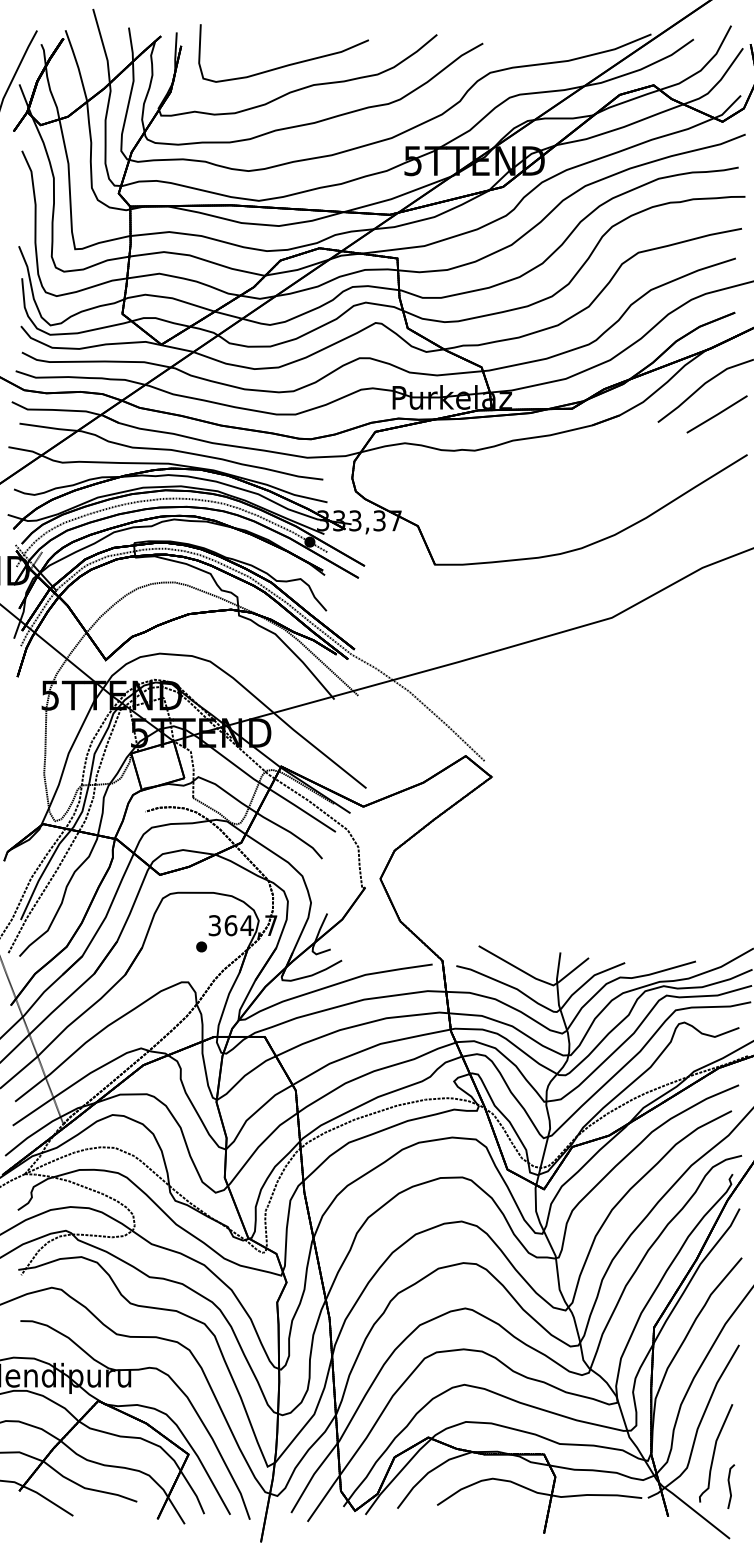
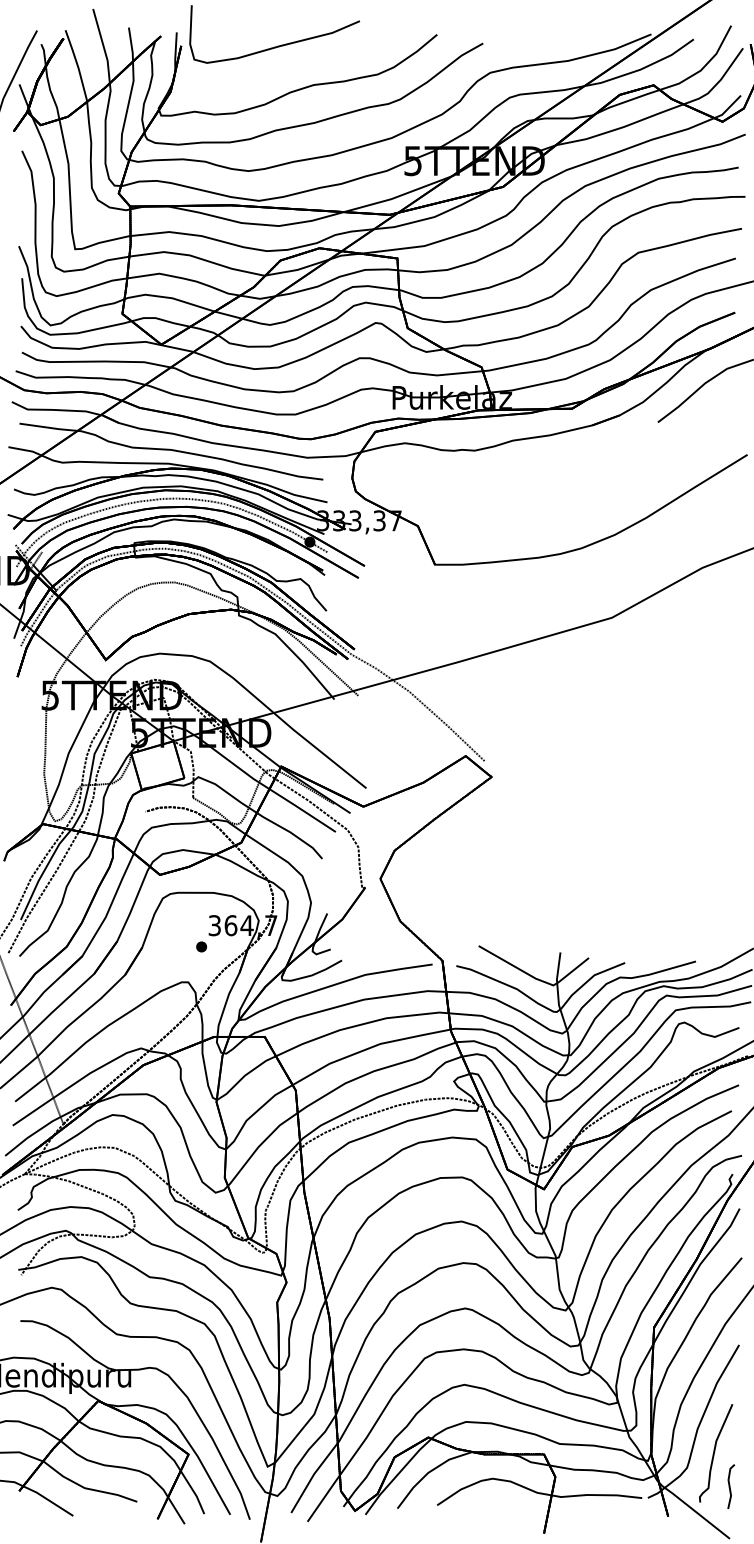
curve at (286, 64) position: (286, 64) -> (277, 45)
line at (716, 414): present -> none
